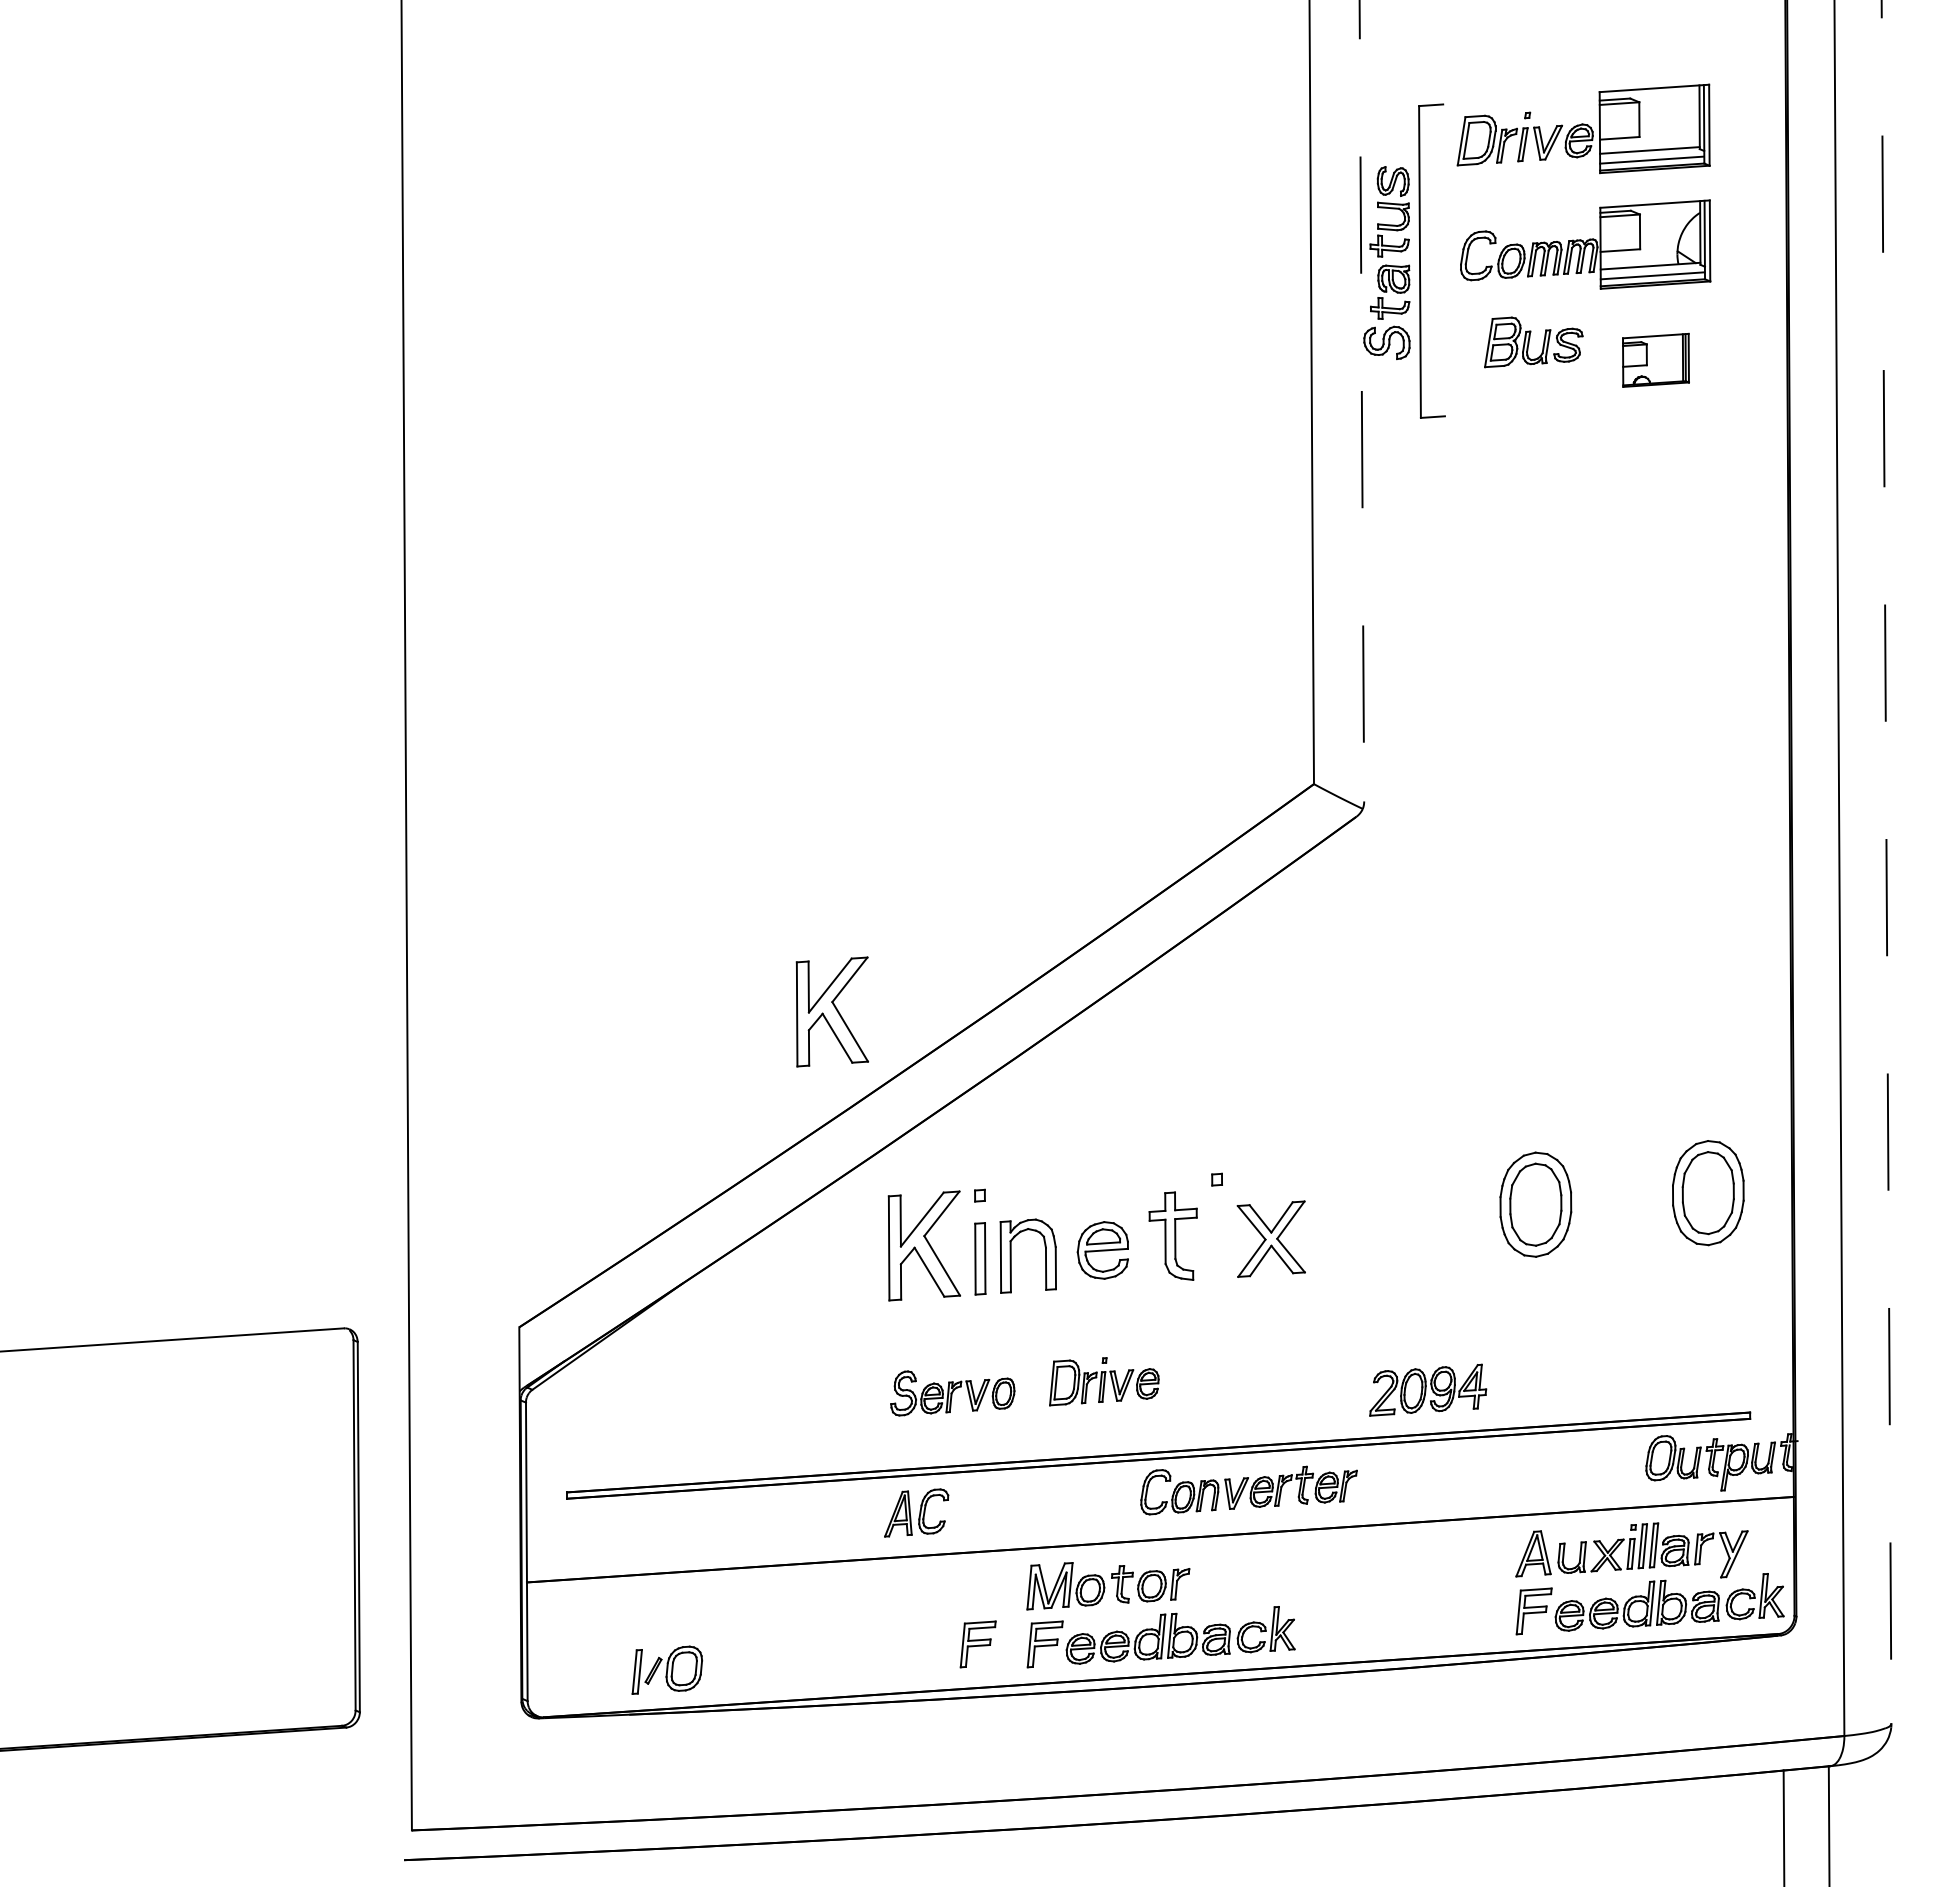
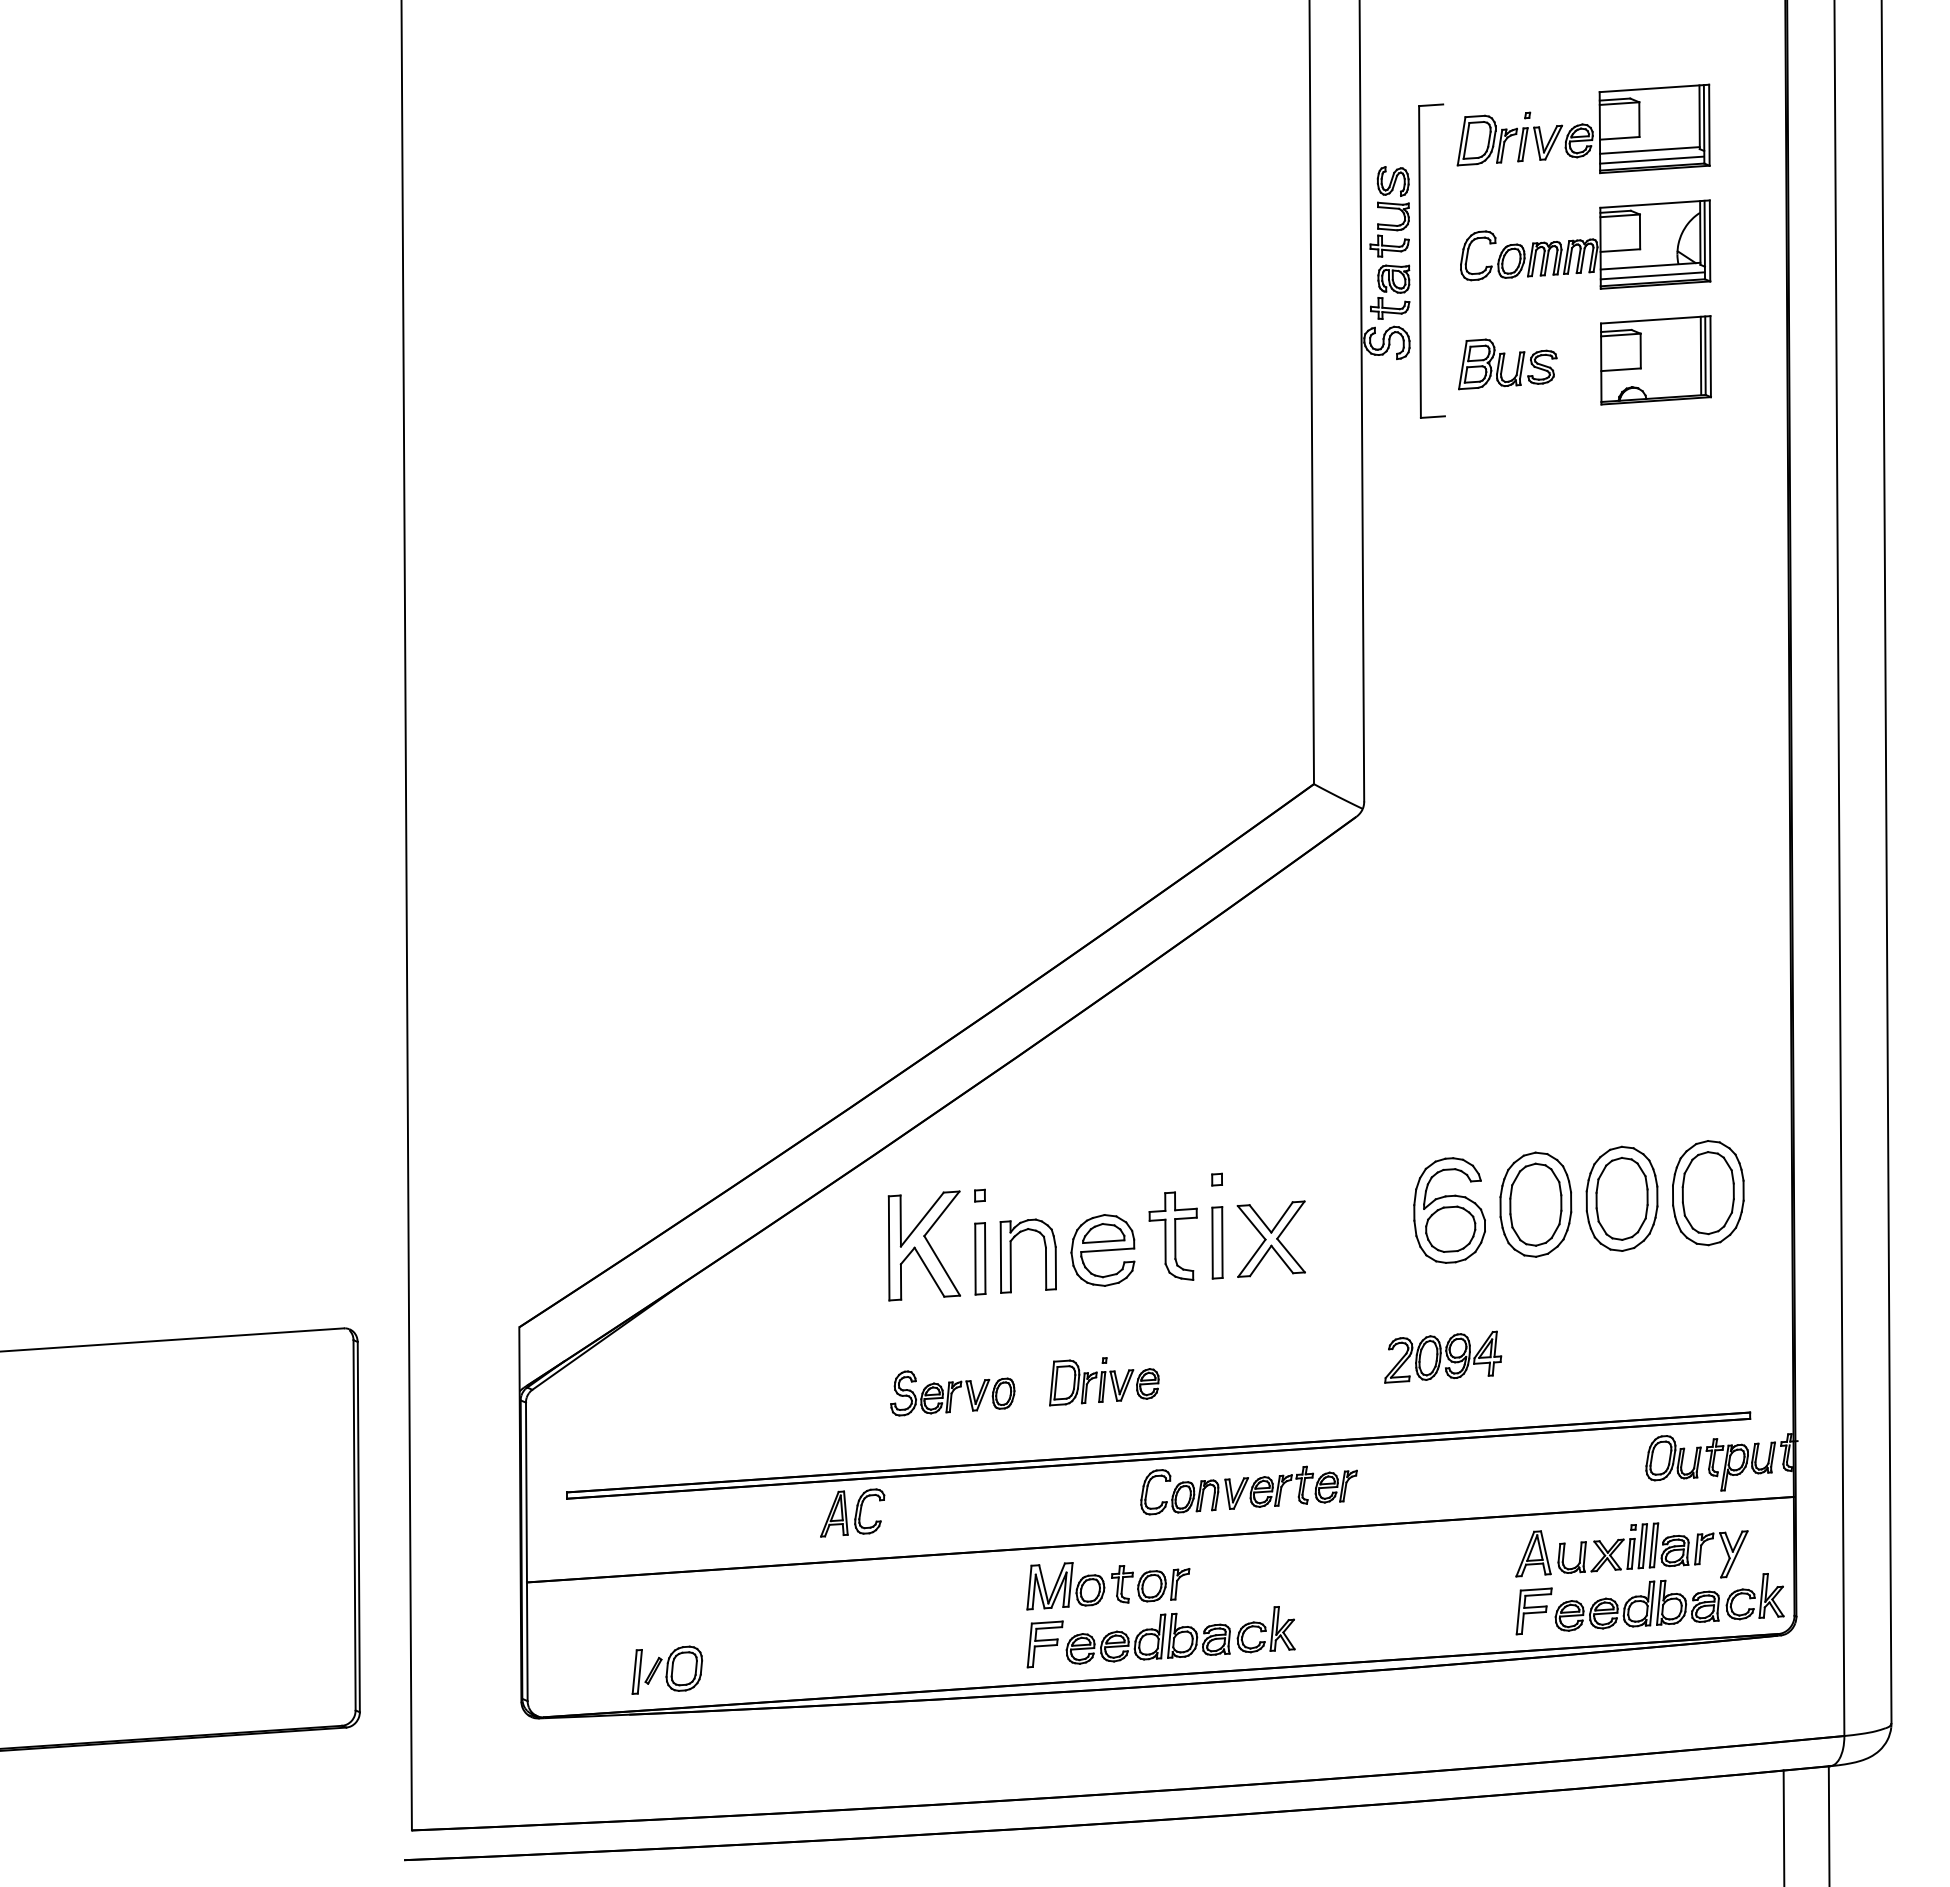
part at (1533, 342) position: (1533, 342) -> (1507, 364)
part at (1655, 359) size: 68x56 px -> 112x91 px
line at (1361, 401): dashed -> solid
line at (1886, 862): dashed -> solid
part at (831, 1011): present -> none
part at (1621, 1198): none -> present
part at (1449, 1210): none -> present
part at (1217, 1242): none -> present
part at (1102, 1250) size: 53x59 px -> 66x73 px
part at (1428, 1389) position: (1428, 1389) -> (1443, 1356)
part at (916, 1512) position: (916, 1512) -> (852, 1512)
part at (977, 1644): present -> none
